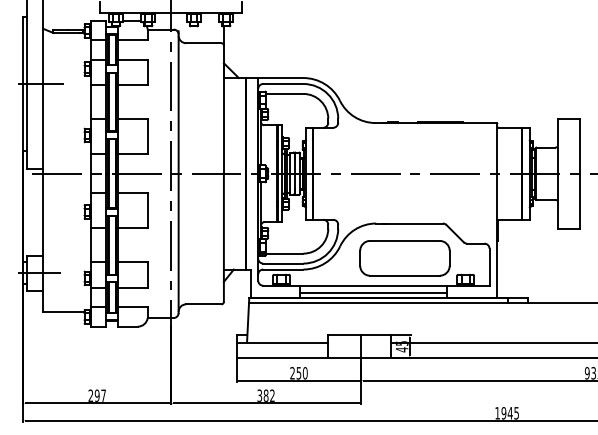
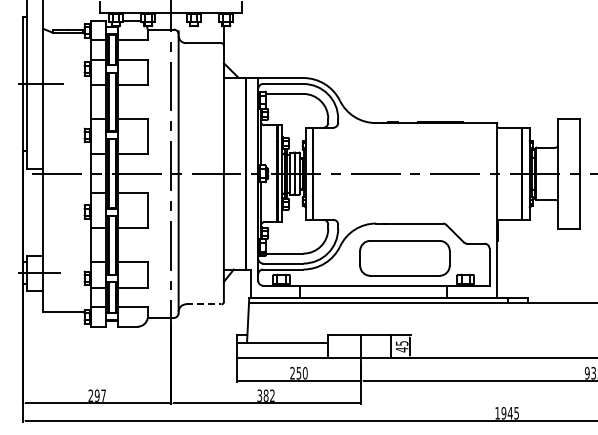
line at (373, 293): present -> none
line at (203, 304): solid -> dashed
line at (492, 342): present -> none
